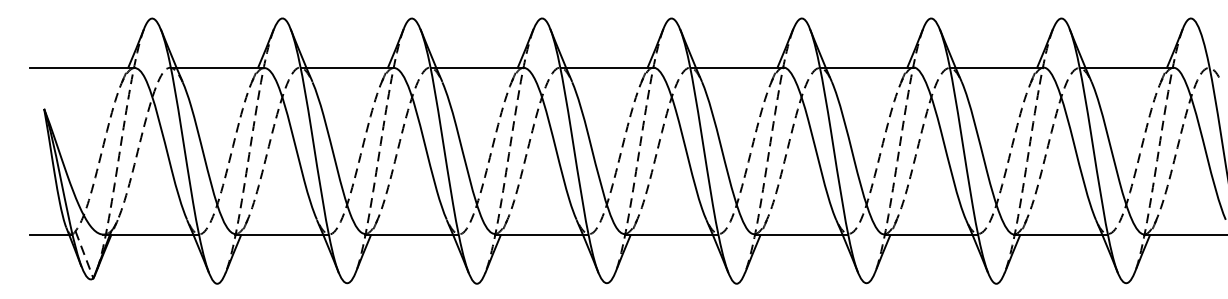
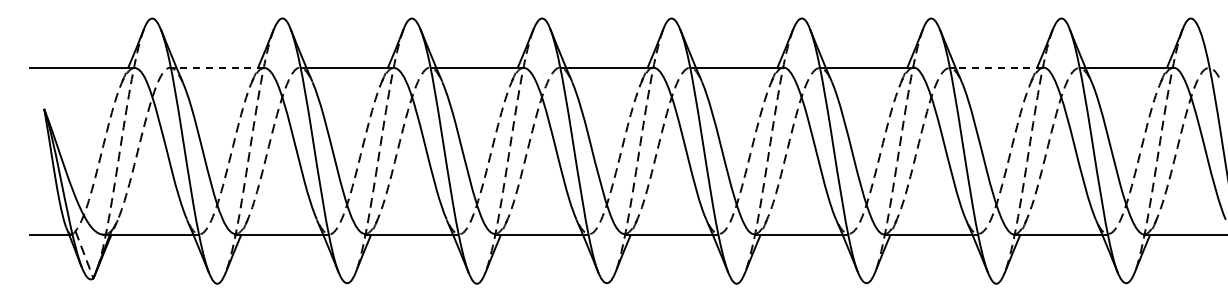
line at (220, 67): solid -> dashed
line at (999, 67): solid -> dashed
